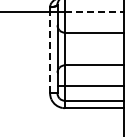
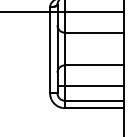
line at (94, 12): dashed -> solid
line at (50, 52): dashed -> solid
